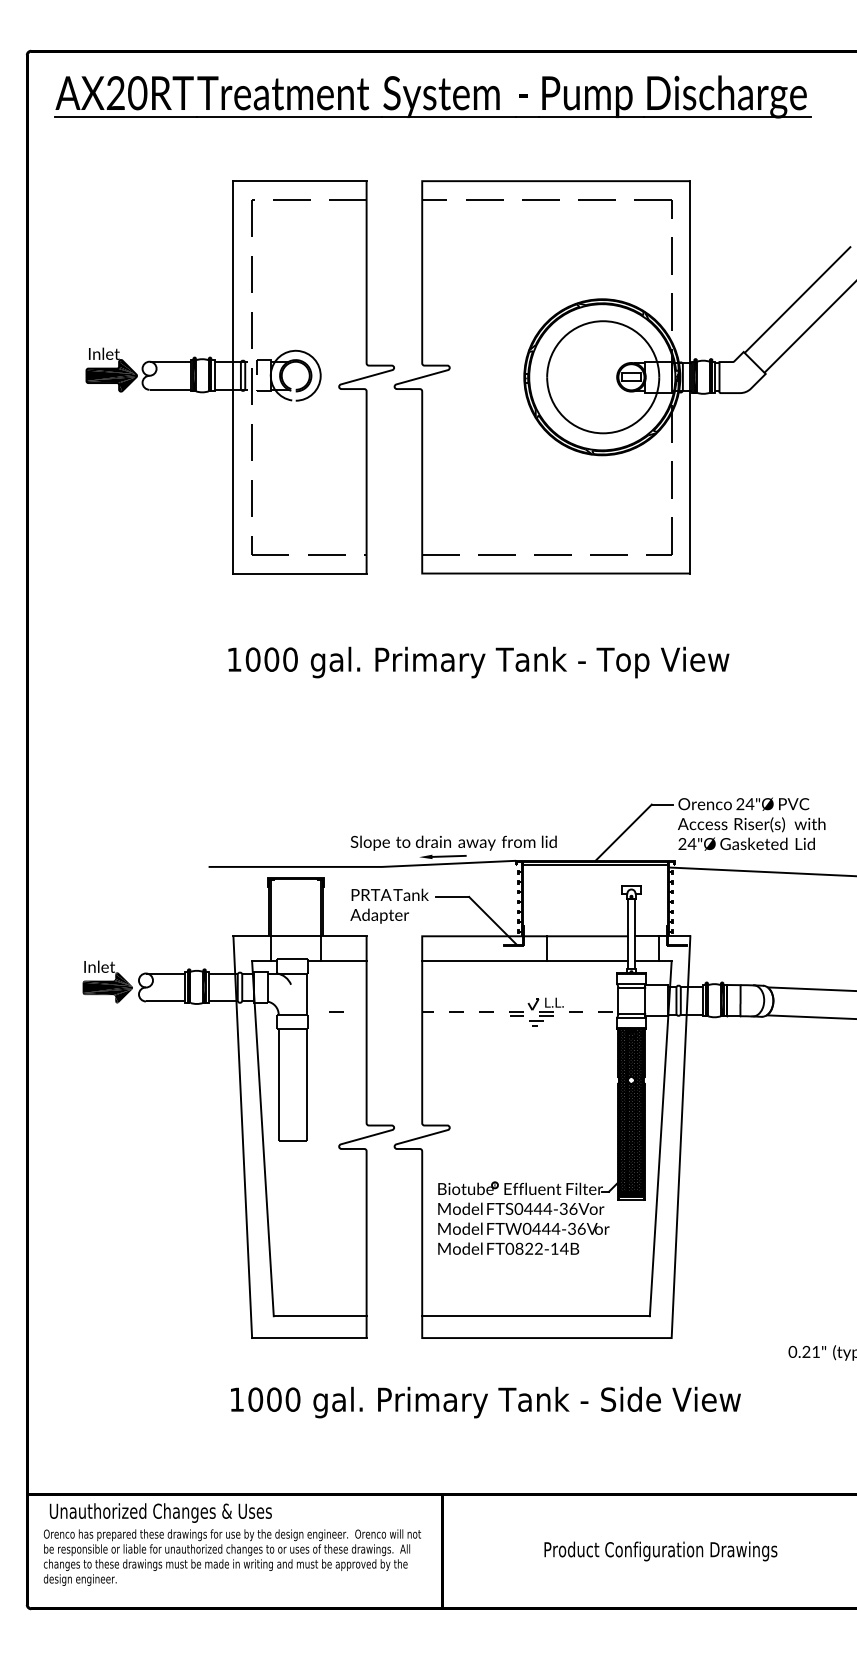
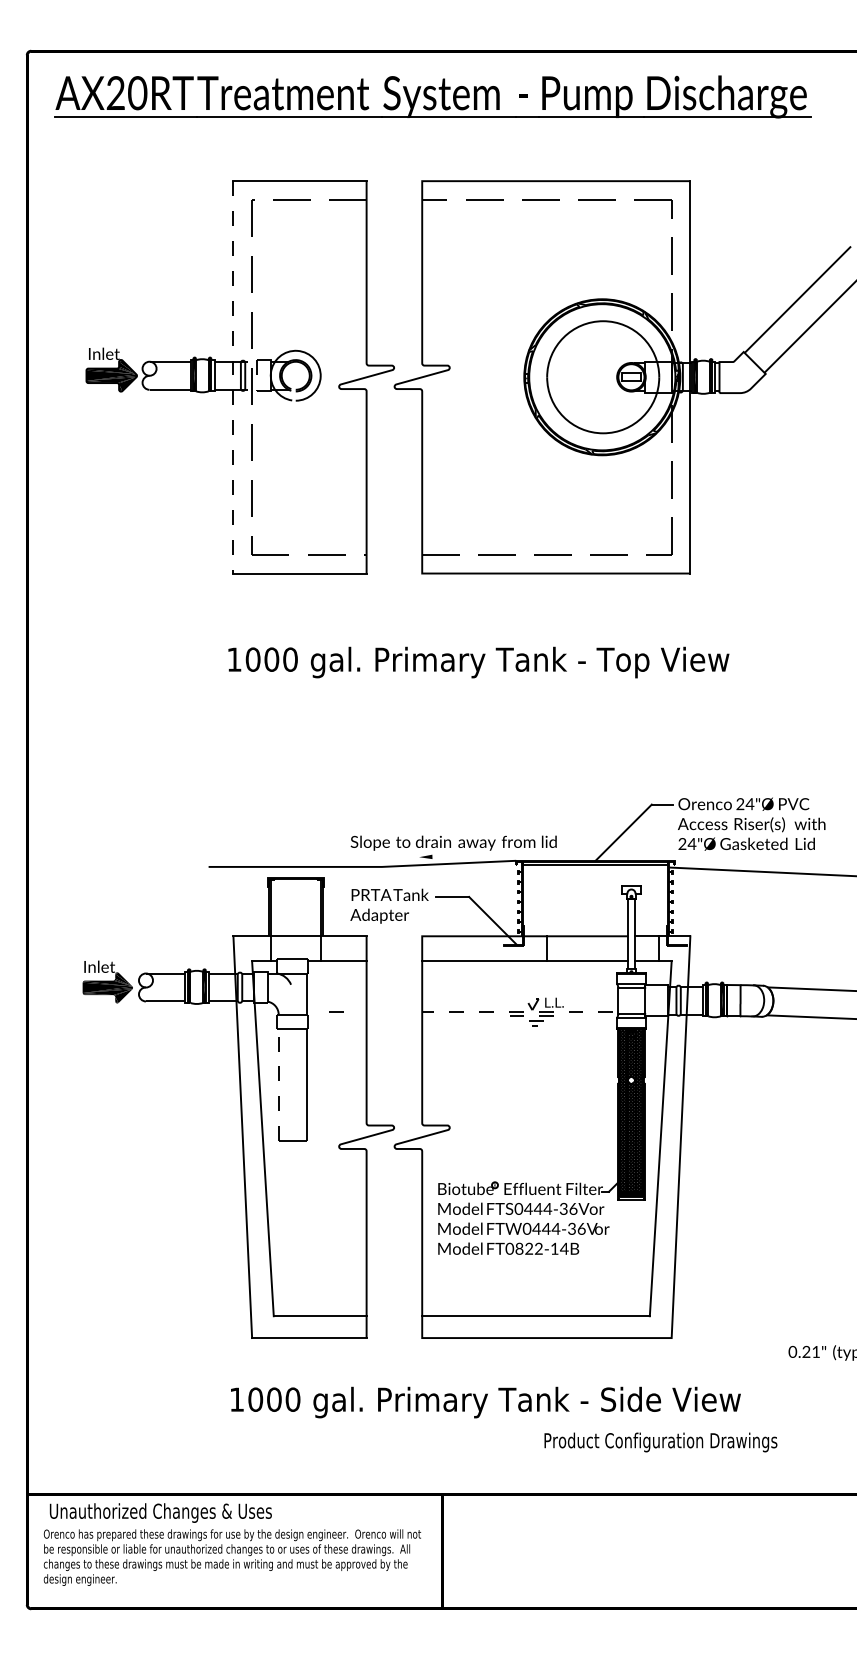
line at (233, 377): solid -> dashed
line at (448, 855): present -> none
line at (278, 1084): solid -> dashed
text at (660, 1551) position: (660, 1551) -> (660, 1442)
